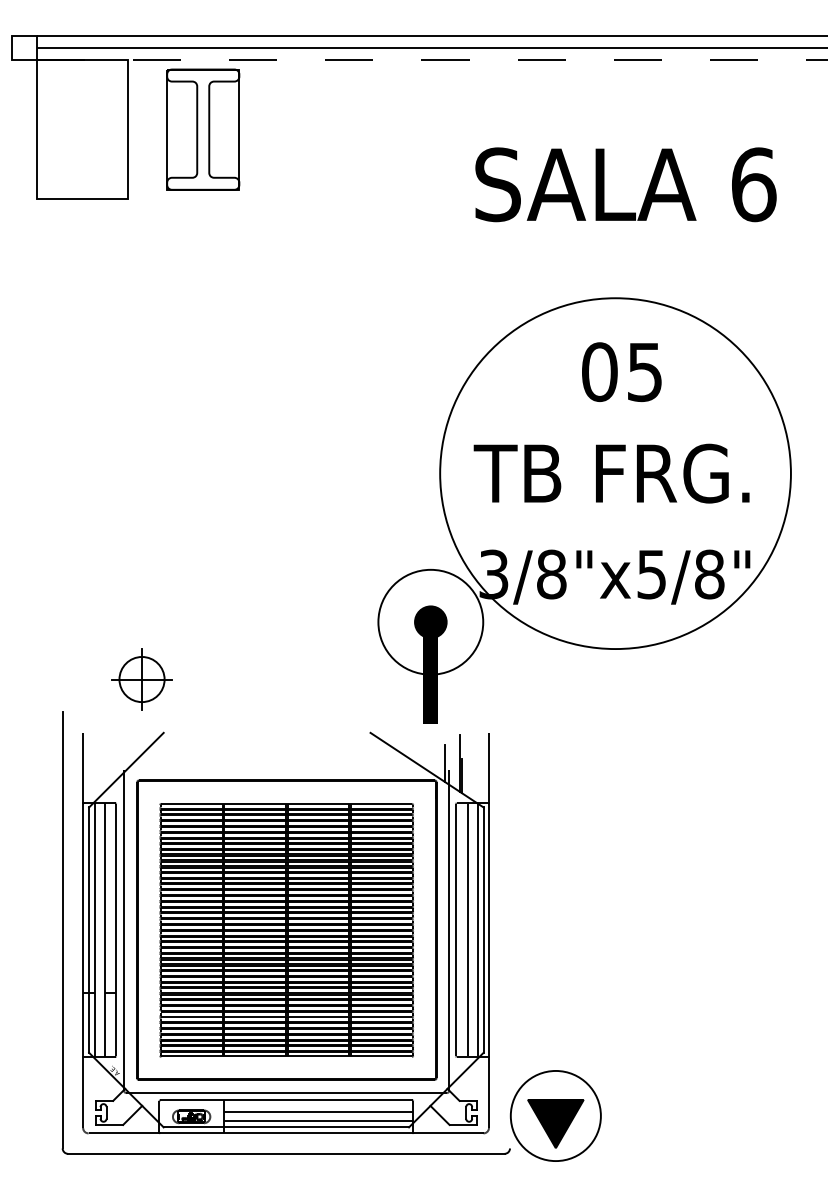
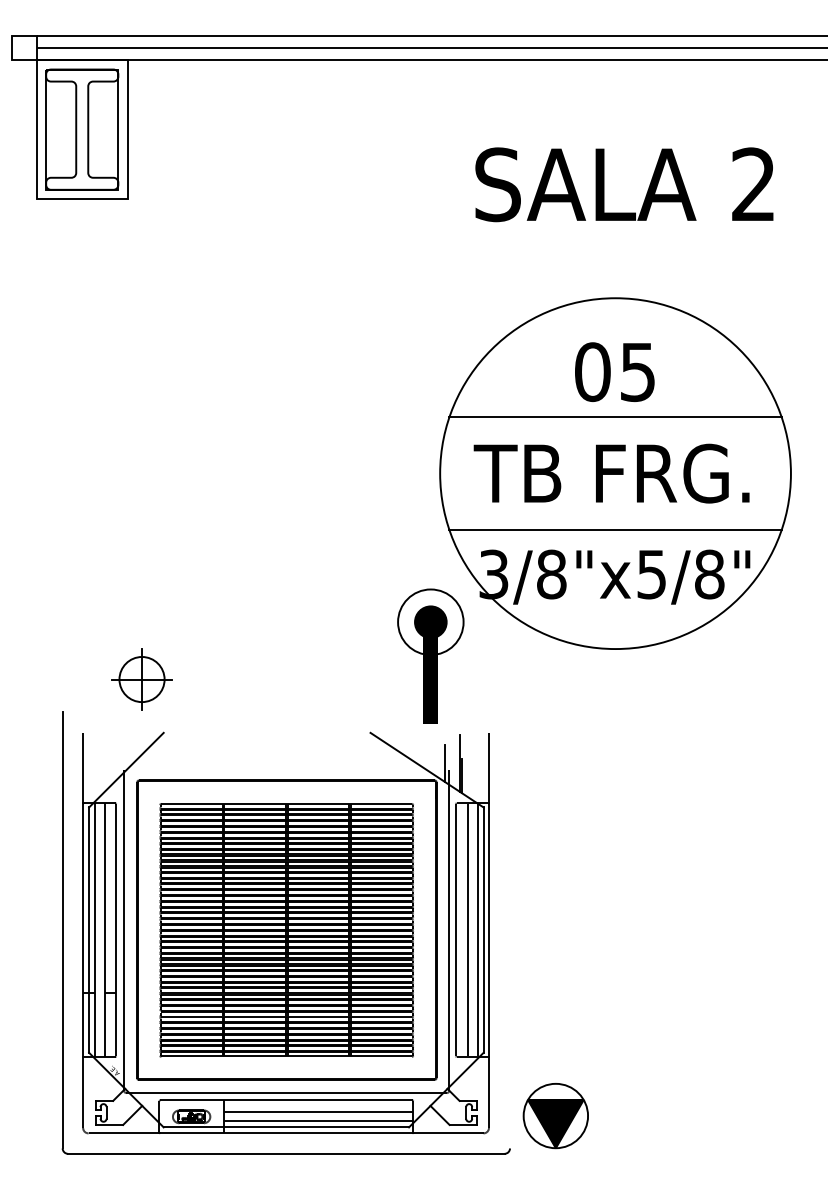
line at (432, 59): dashed -> solid
part at (203, 129) position: (203, 129) -> (82, 129)
text at (754, 184): 6 -> 2
text at (621, 371) position: (621, 371) -> (614, 371)
line at (615, 417): none -> present
line at (615, 529): none -> present
circle at (430, 621) diameter: 105 px -> 66 px
circle at (555, 1115) diameter: 90 px -> 64 px
